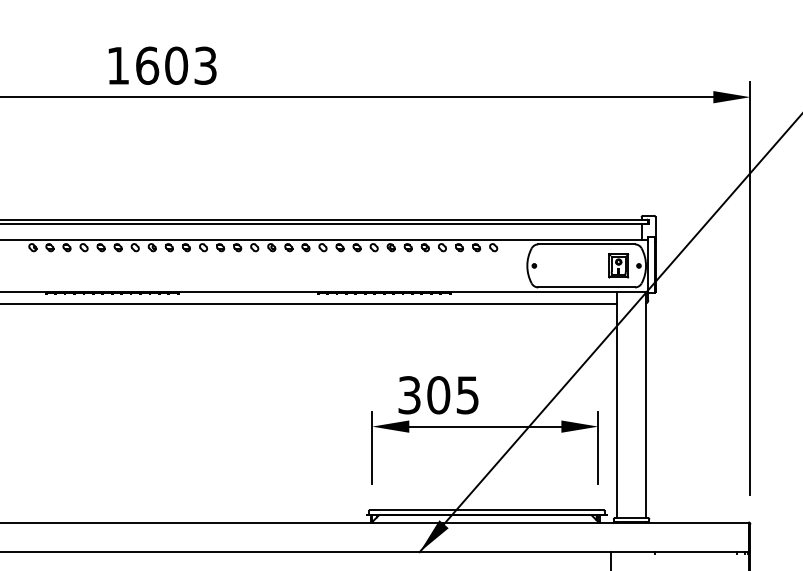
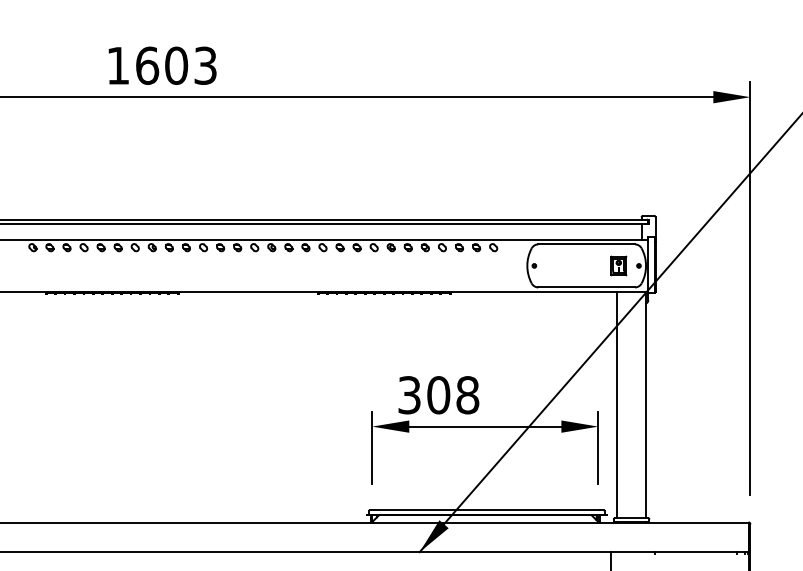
part at (618, 265) size: 22x26 px -> 18x22 px
line at (309, 303): present -> none
text at (467, 395): 305 -> 308
